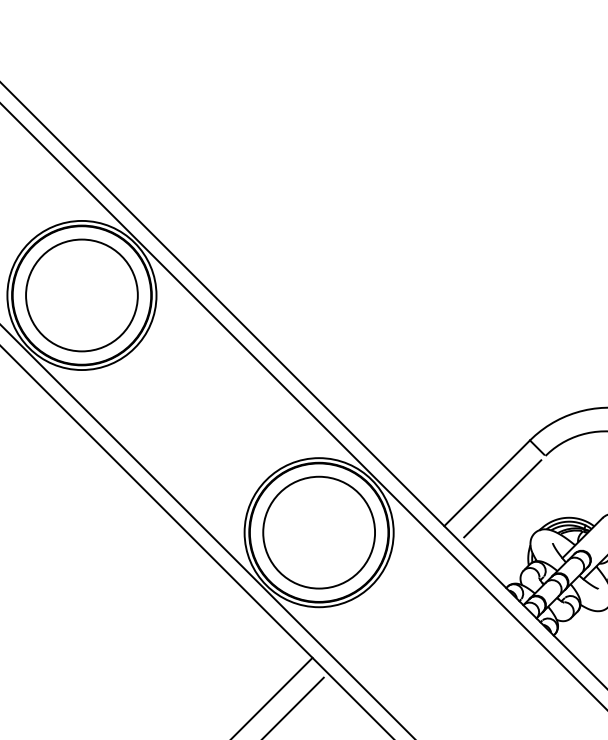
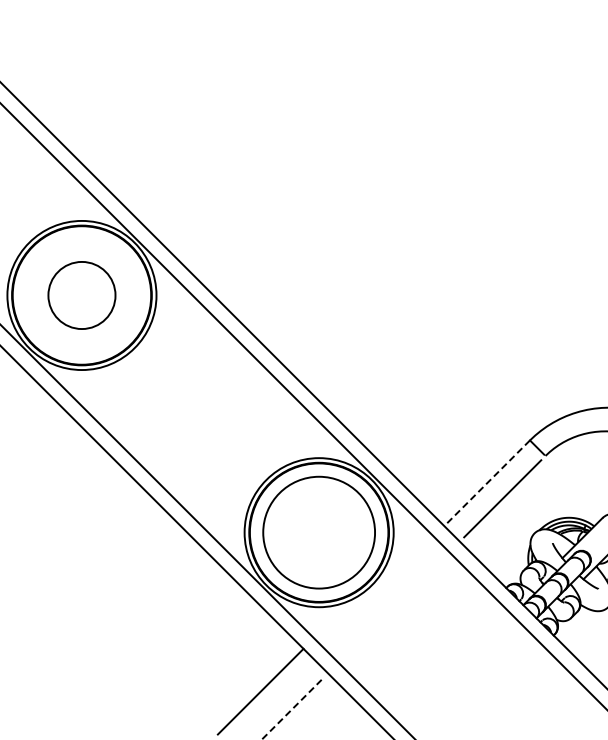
circle at (81, 295) size: 114x115 px -> 70x69 px
line at (487, 483): solid -> dashed
line at (272, 696) position: (272, 696) -> (260, 691)
line at (292, 708): solid -> dashed
